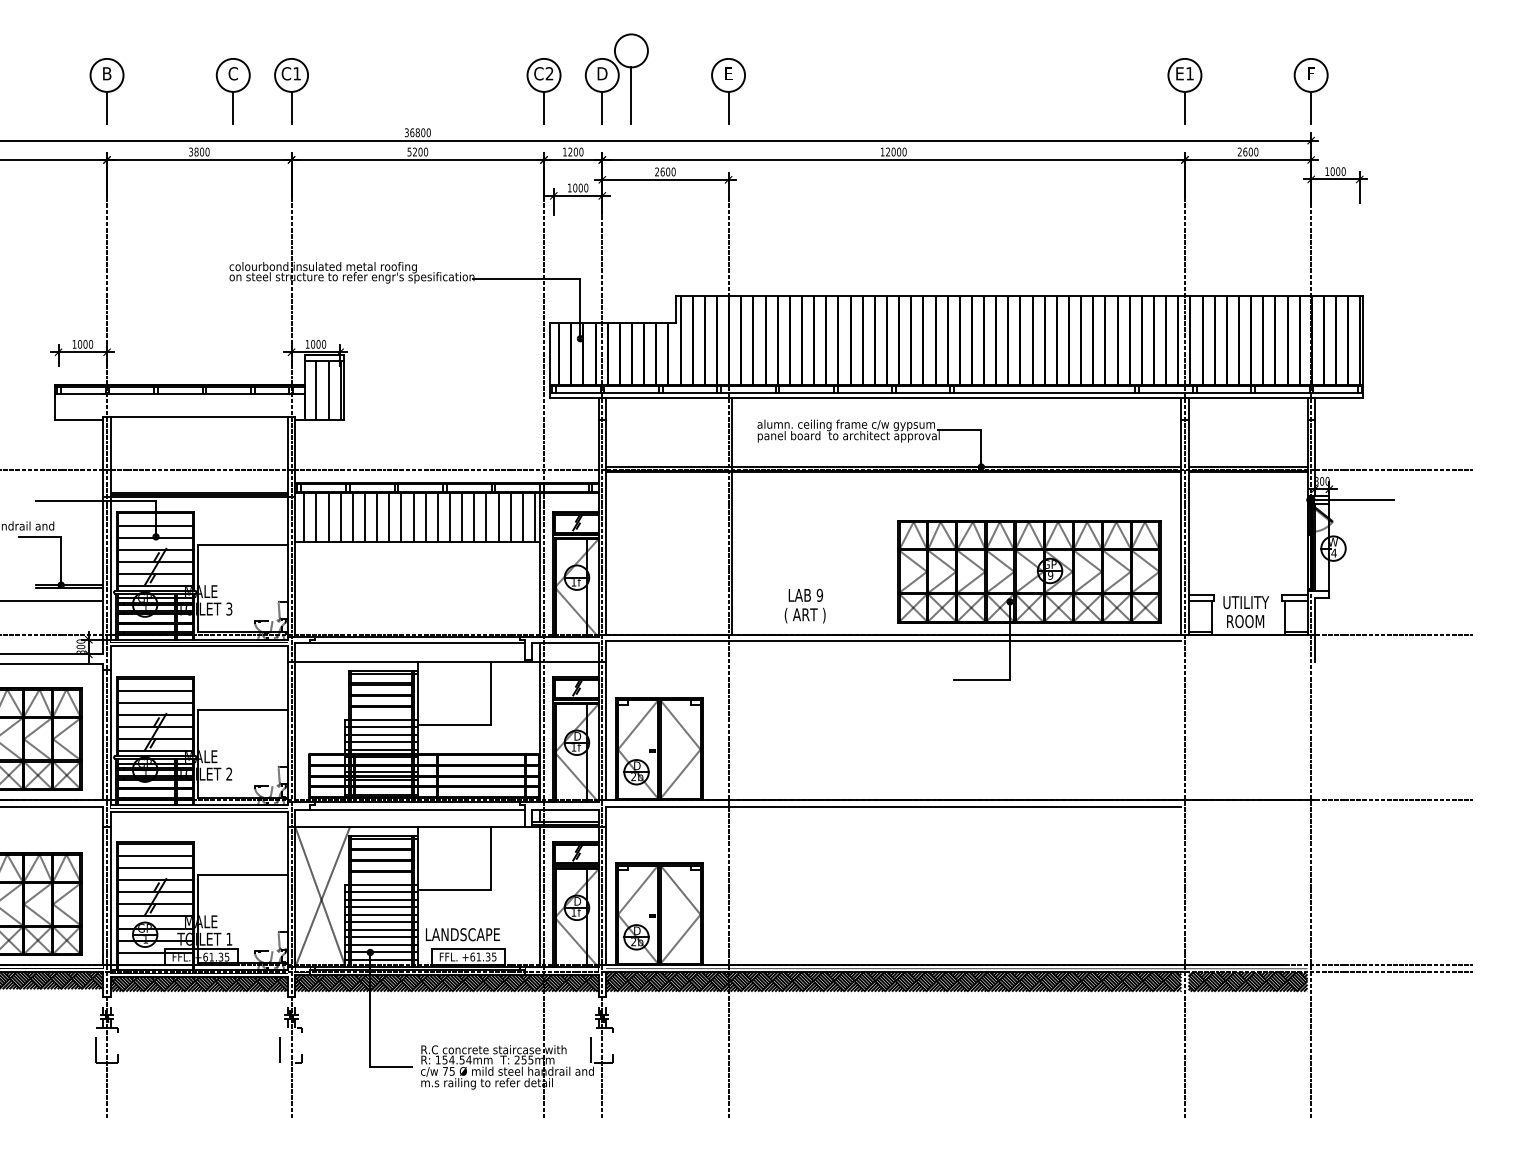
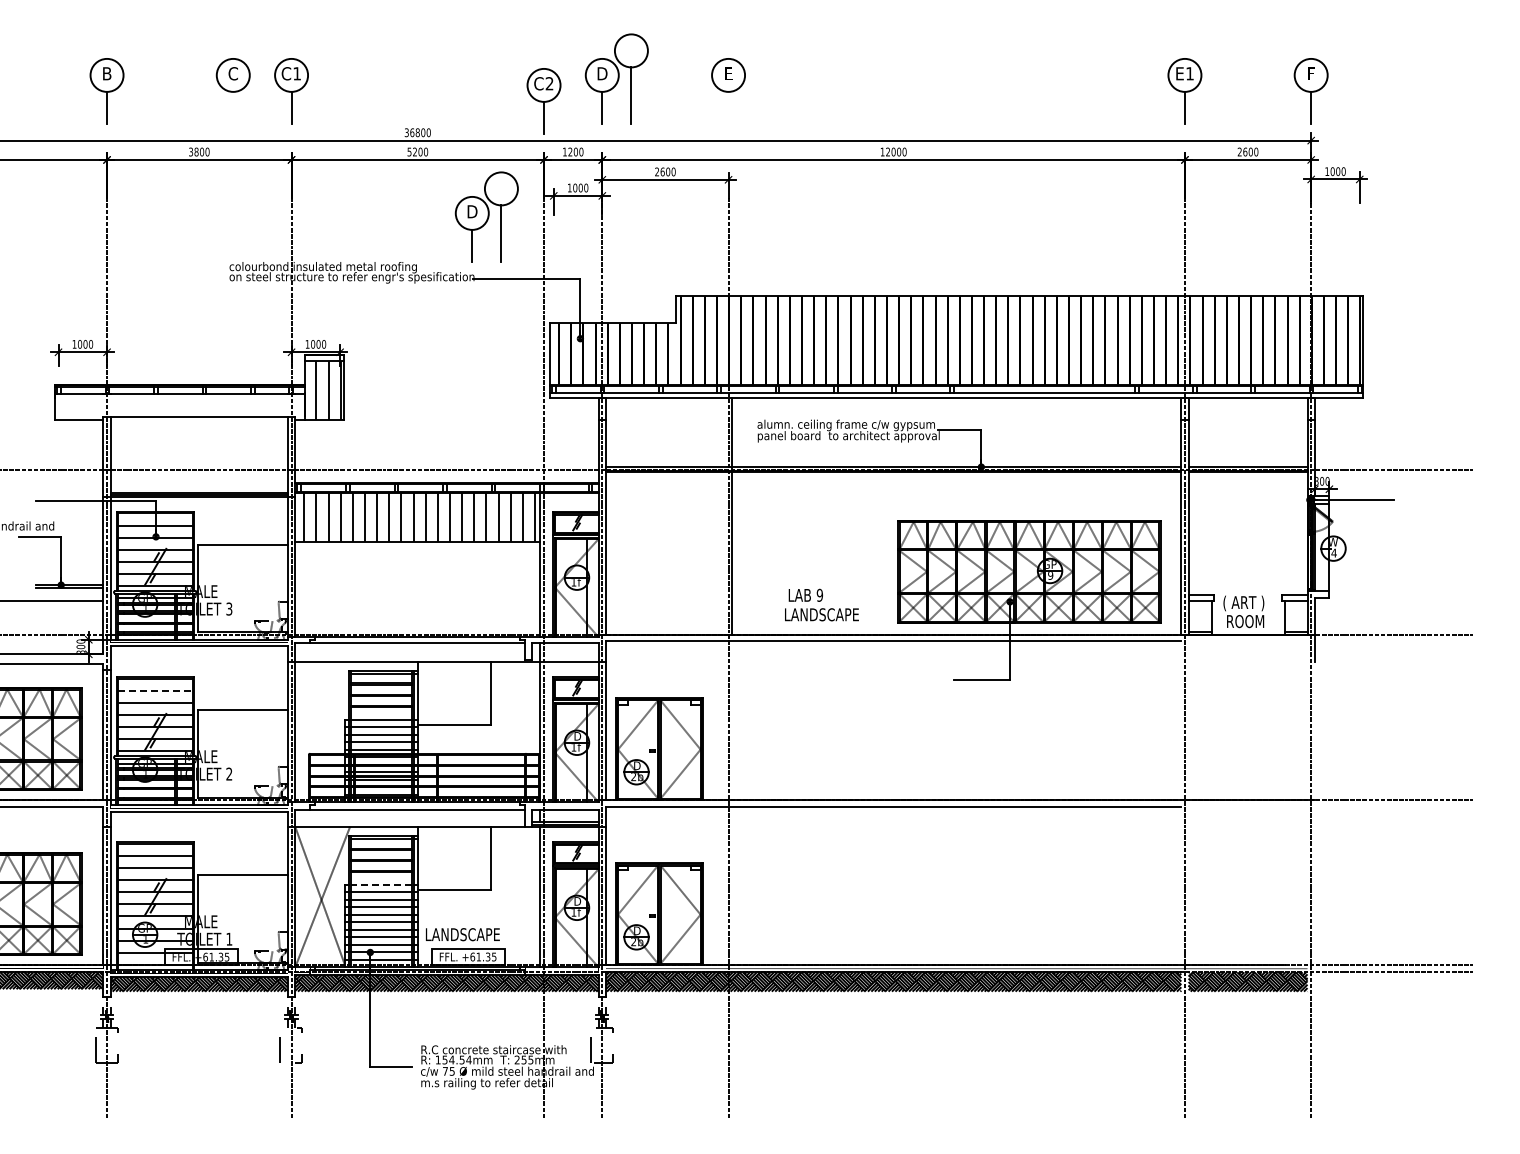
part at (543, 91) position: (543, 91) -> (543, 101)
line at (233, 107): present -> none
line at (728, 107): present -> none
part at (486, 216): none -> present
text at (1246, 603): UTILITY -> ( ART )
text at (821, 615): ( ART ) -> LANDSCAPE
line at (155, 690): solid -> dashed
line at (380, 884): solid -> dashed
